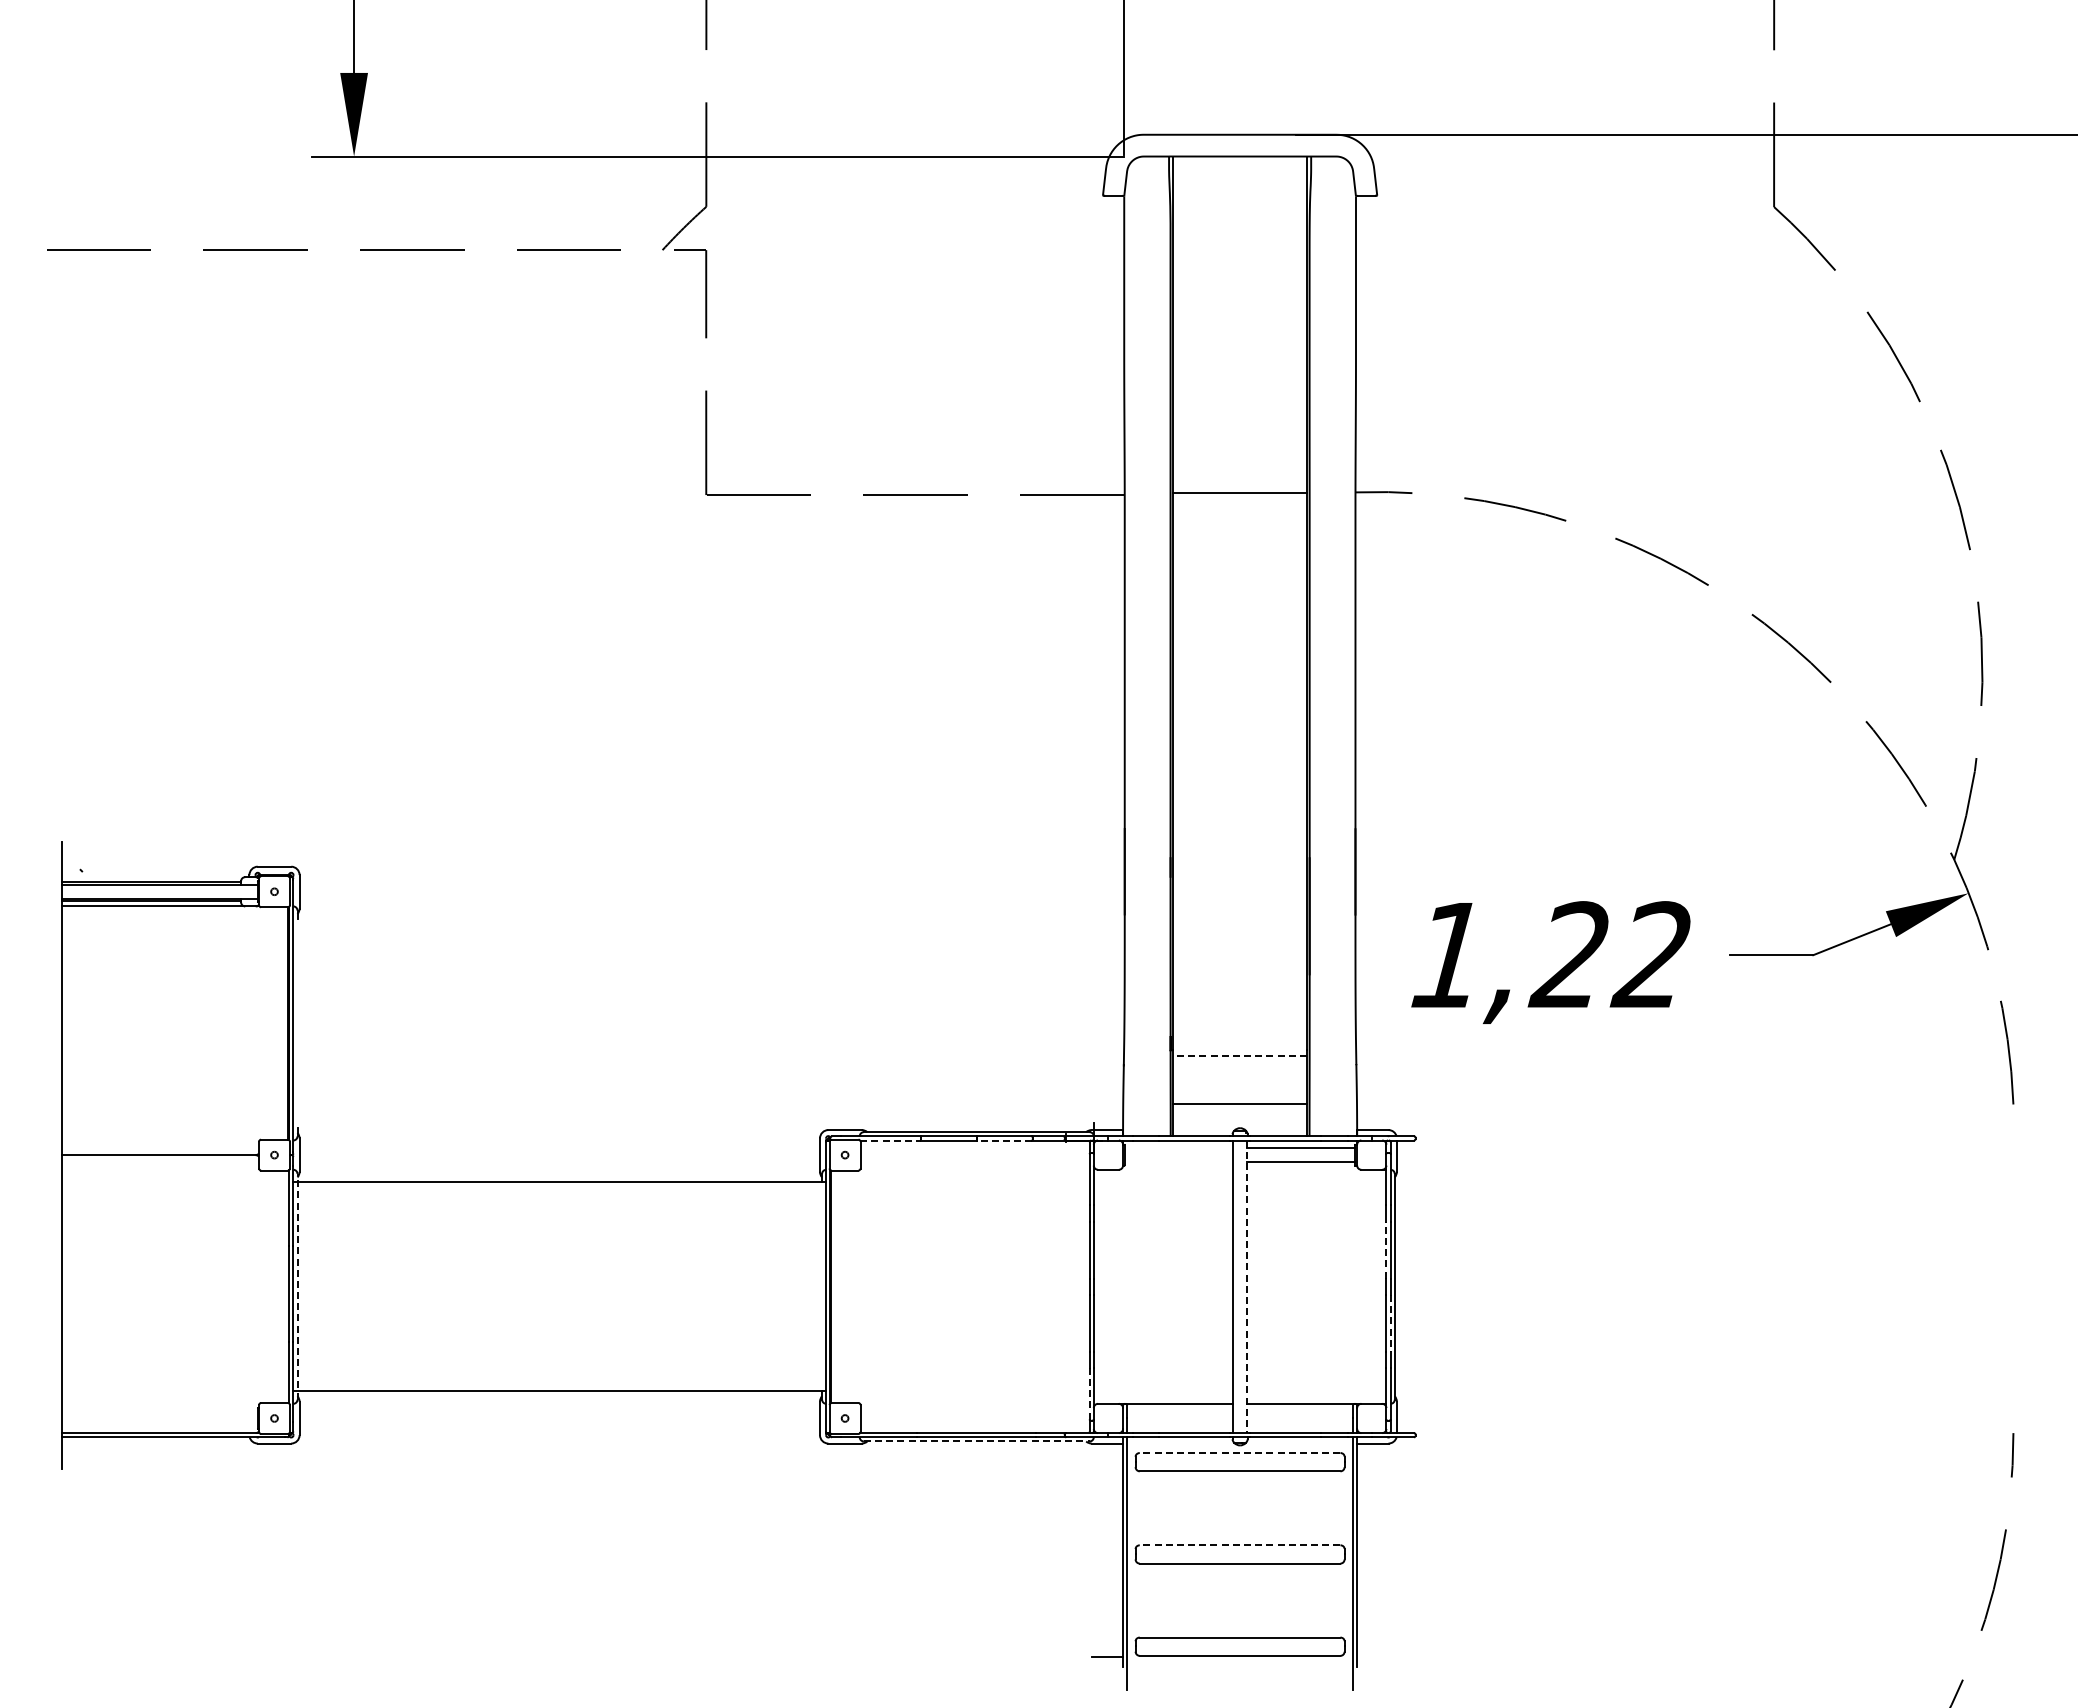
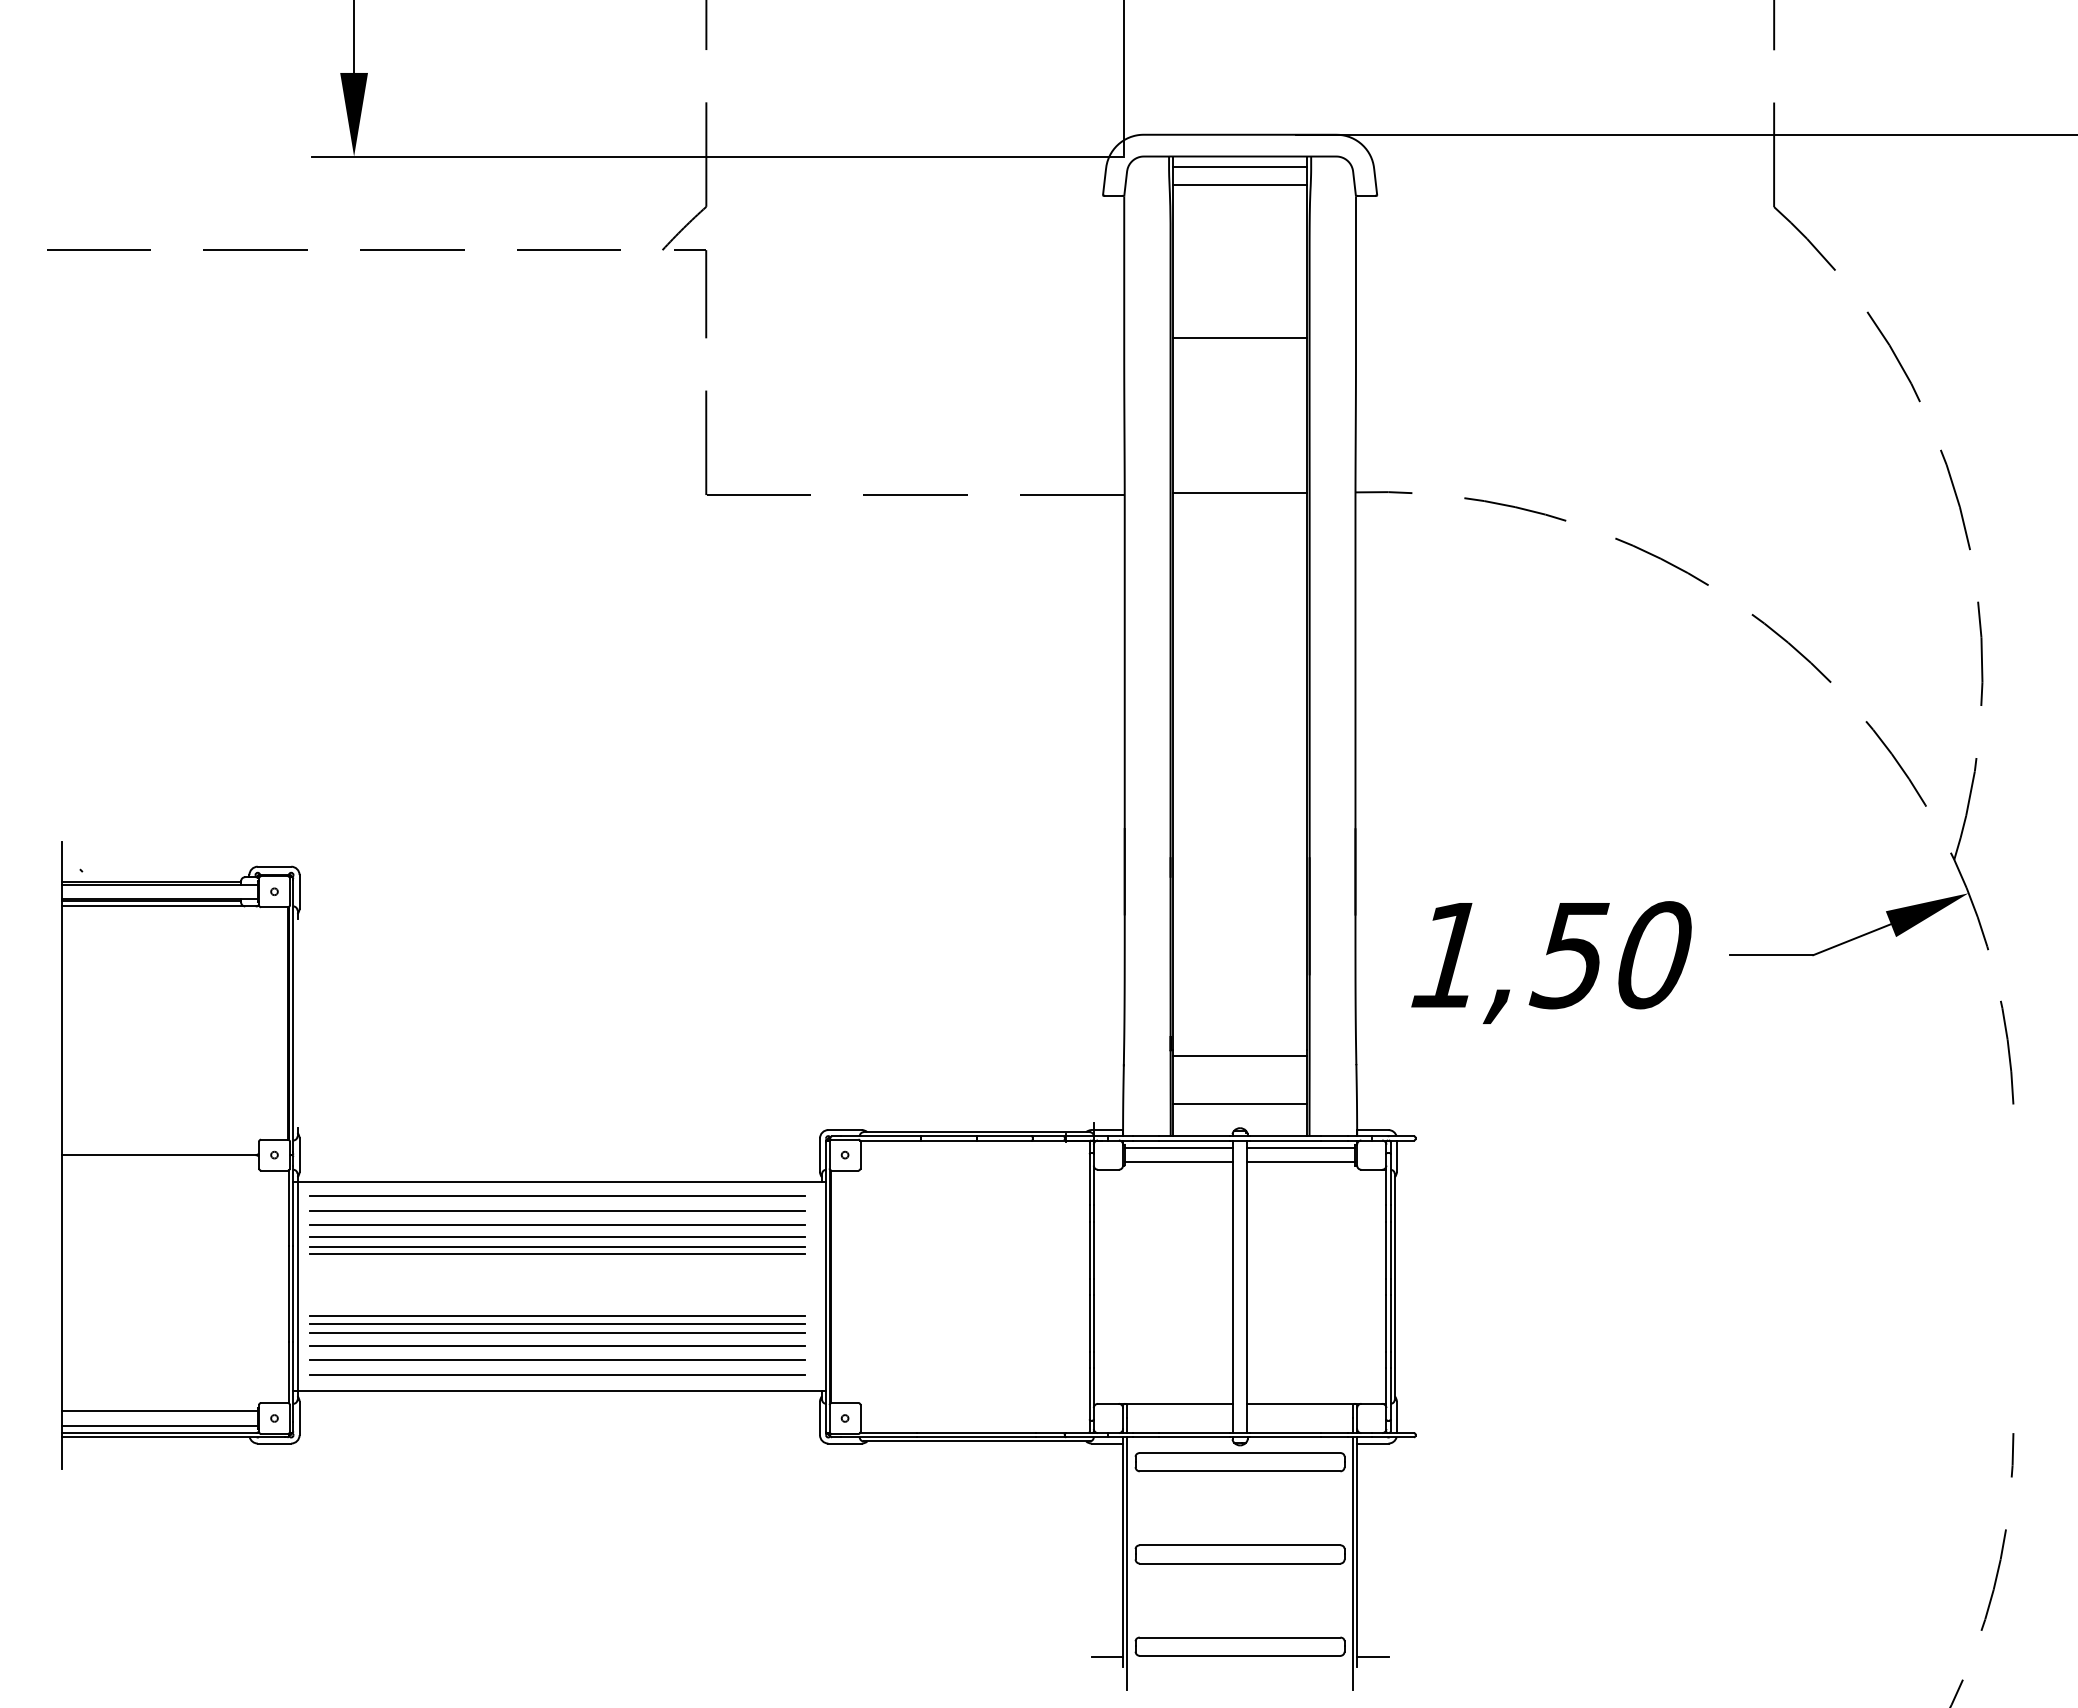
line at (1239, 166): none -> present
line at (1239, 185): none -> present
line at (1239, 337): none -> present
text at (1609, 955): 1,22 -> 1,50
line at (1240, 1055): dashed -> solid
line at (890, 1140): dashed -> solid
line at (1004, 1140): dashed -> solid
line at (1178, 1148): none -> present
line at (1178, 1162): none -> present
line at (557, 1196): none -> present
line at (557, 1210): none -> present
line at (557, 1224): none -> present
line at (557, 1237): none -> present
line at (557, 1246): none -> present
line at (1386, 1249): dashed -> solid
line at (557, 1254): none -> present
line at (297, 1286): dashed -> solid
line at (1247, 1287): dashed -> solid
line at (557, 1316): none -> present
line at (557, 1323): none -> present
line at (1390, 1323): dashed -> solid
line at (557, 1332): none -> present
line at (557, 1345): none -> present
line at (557, 1360): none -> present
line at (557, 1374): none -> present
line at (1089, 1393): dashed -> solid
line at (159, 1411): none -> present
line at (159, 1425): none -> present
line at (976, 1441): dashed -> solid
line at (1239, 1453): dashed -> solid
line at (1239, 1545): dashed -> solid
line at (1372, 1656): none -> present
